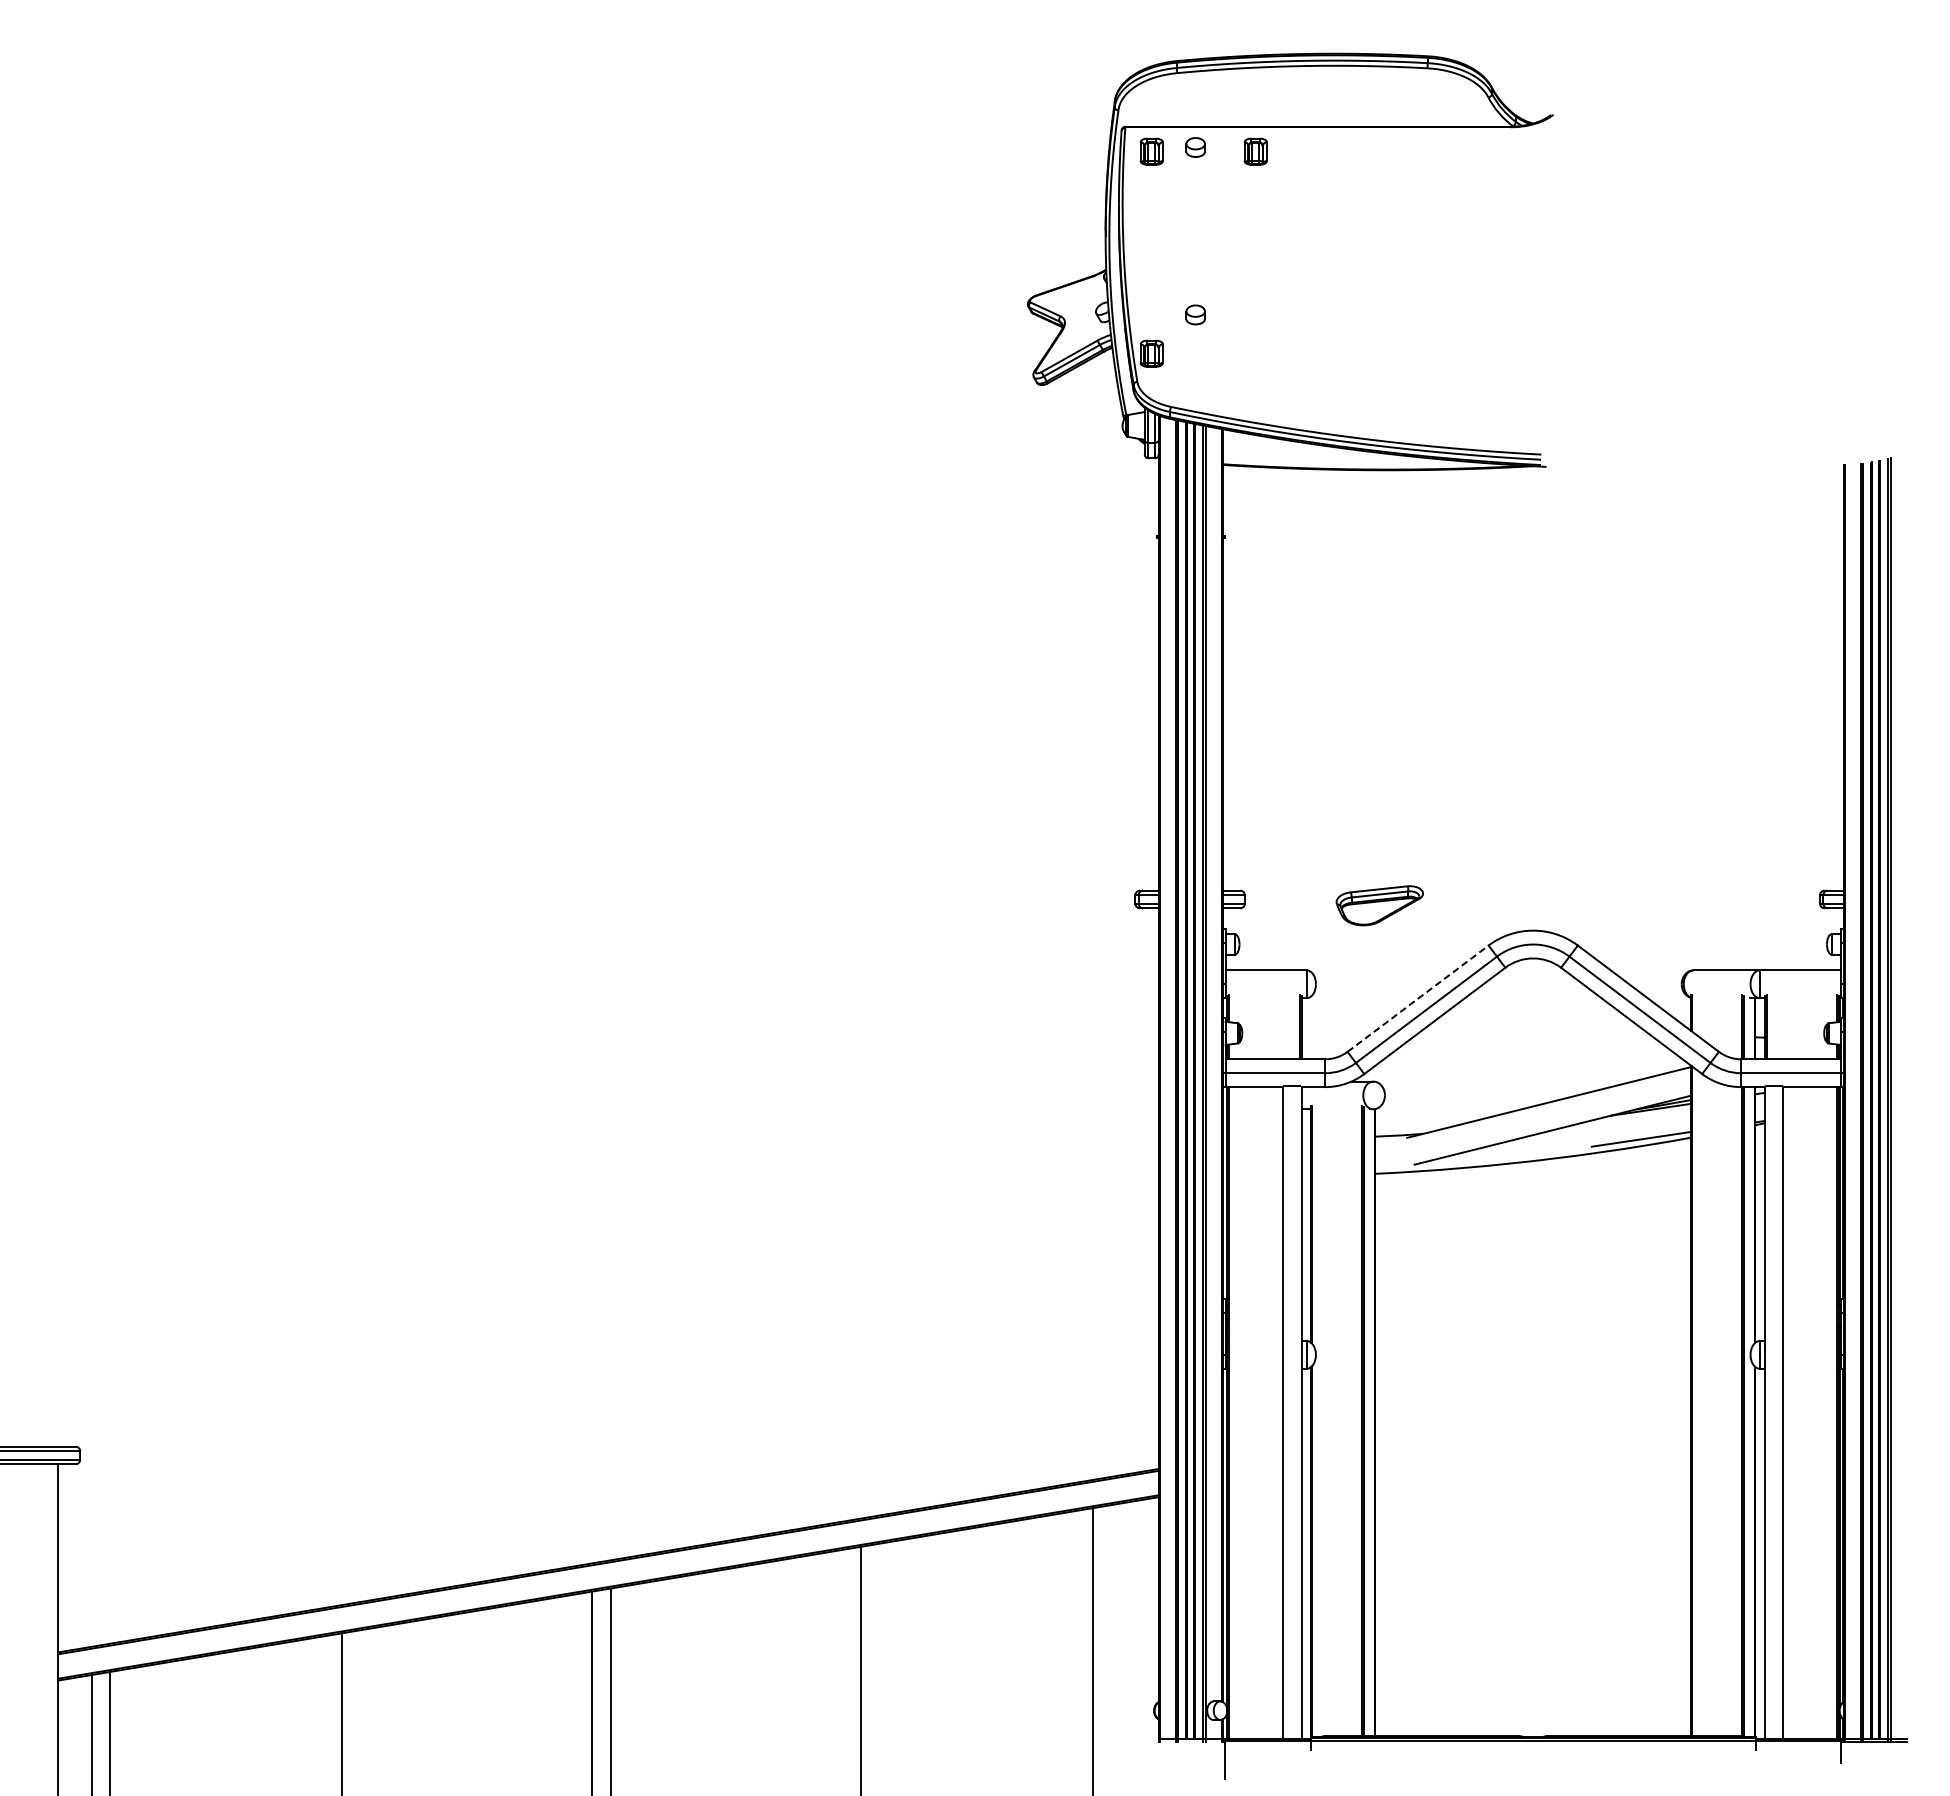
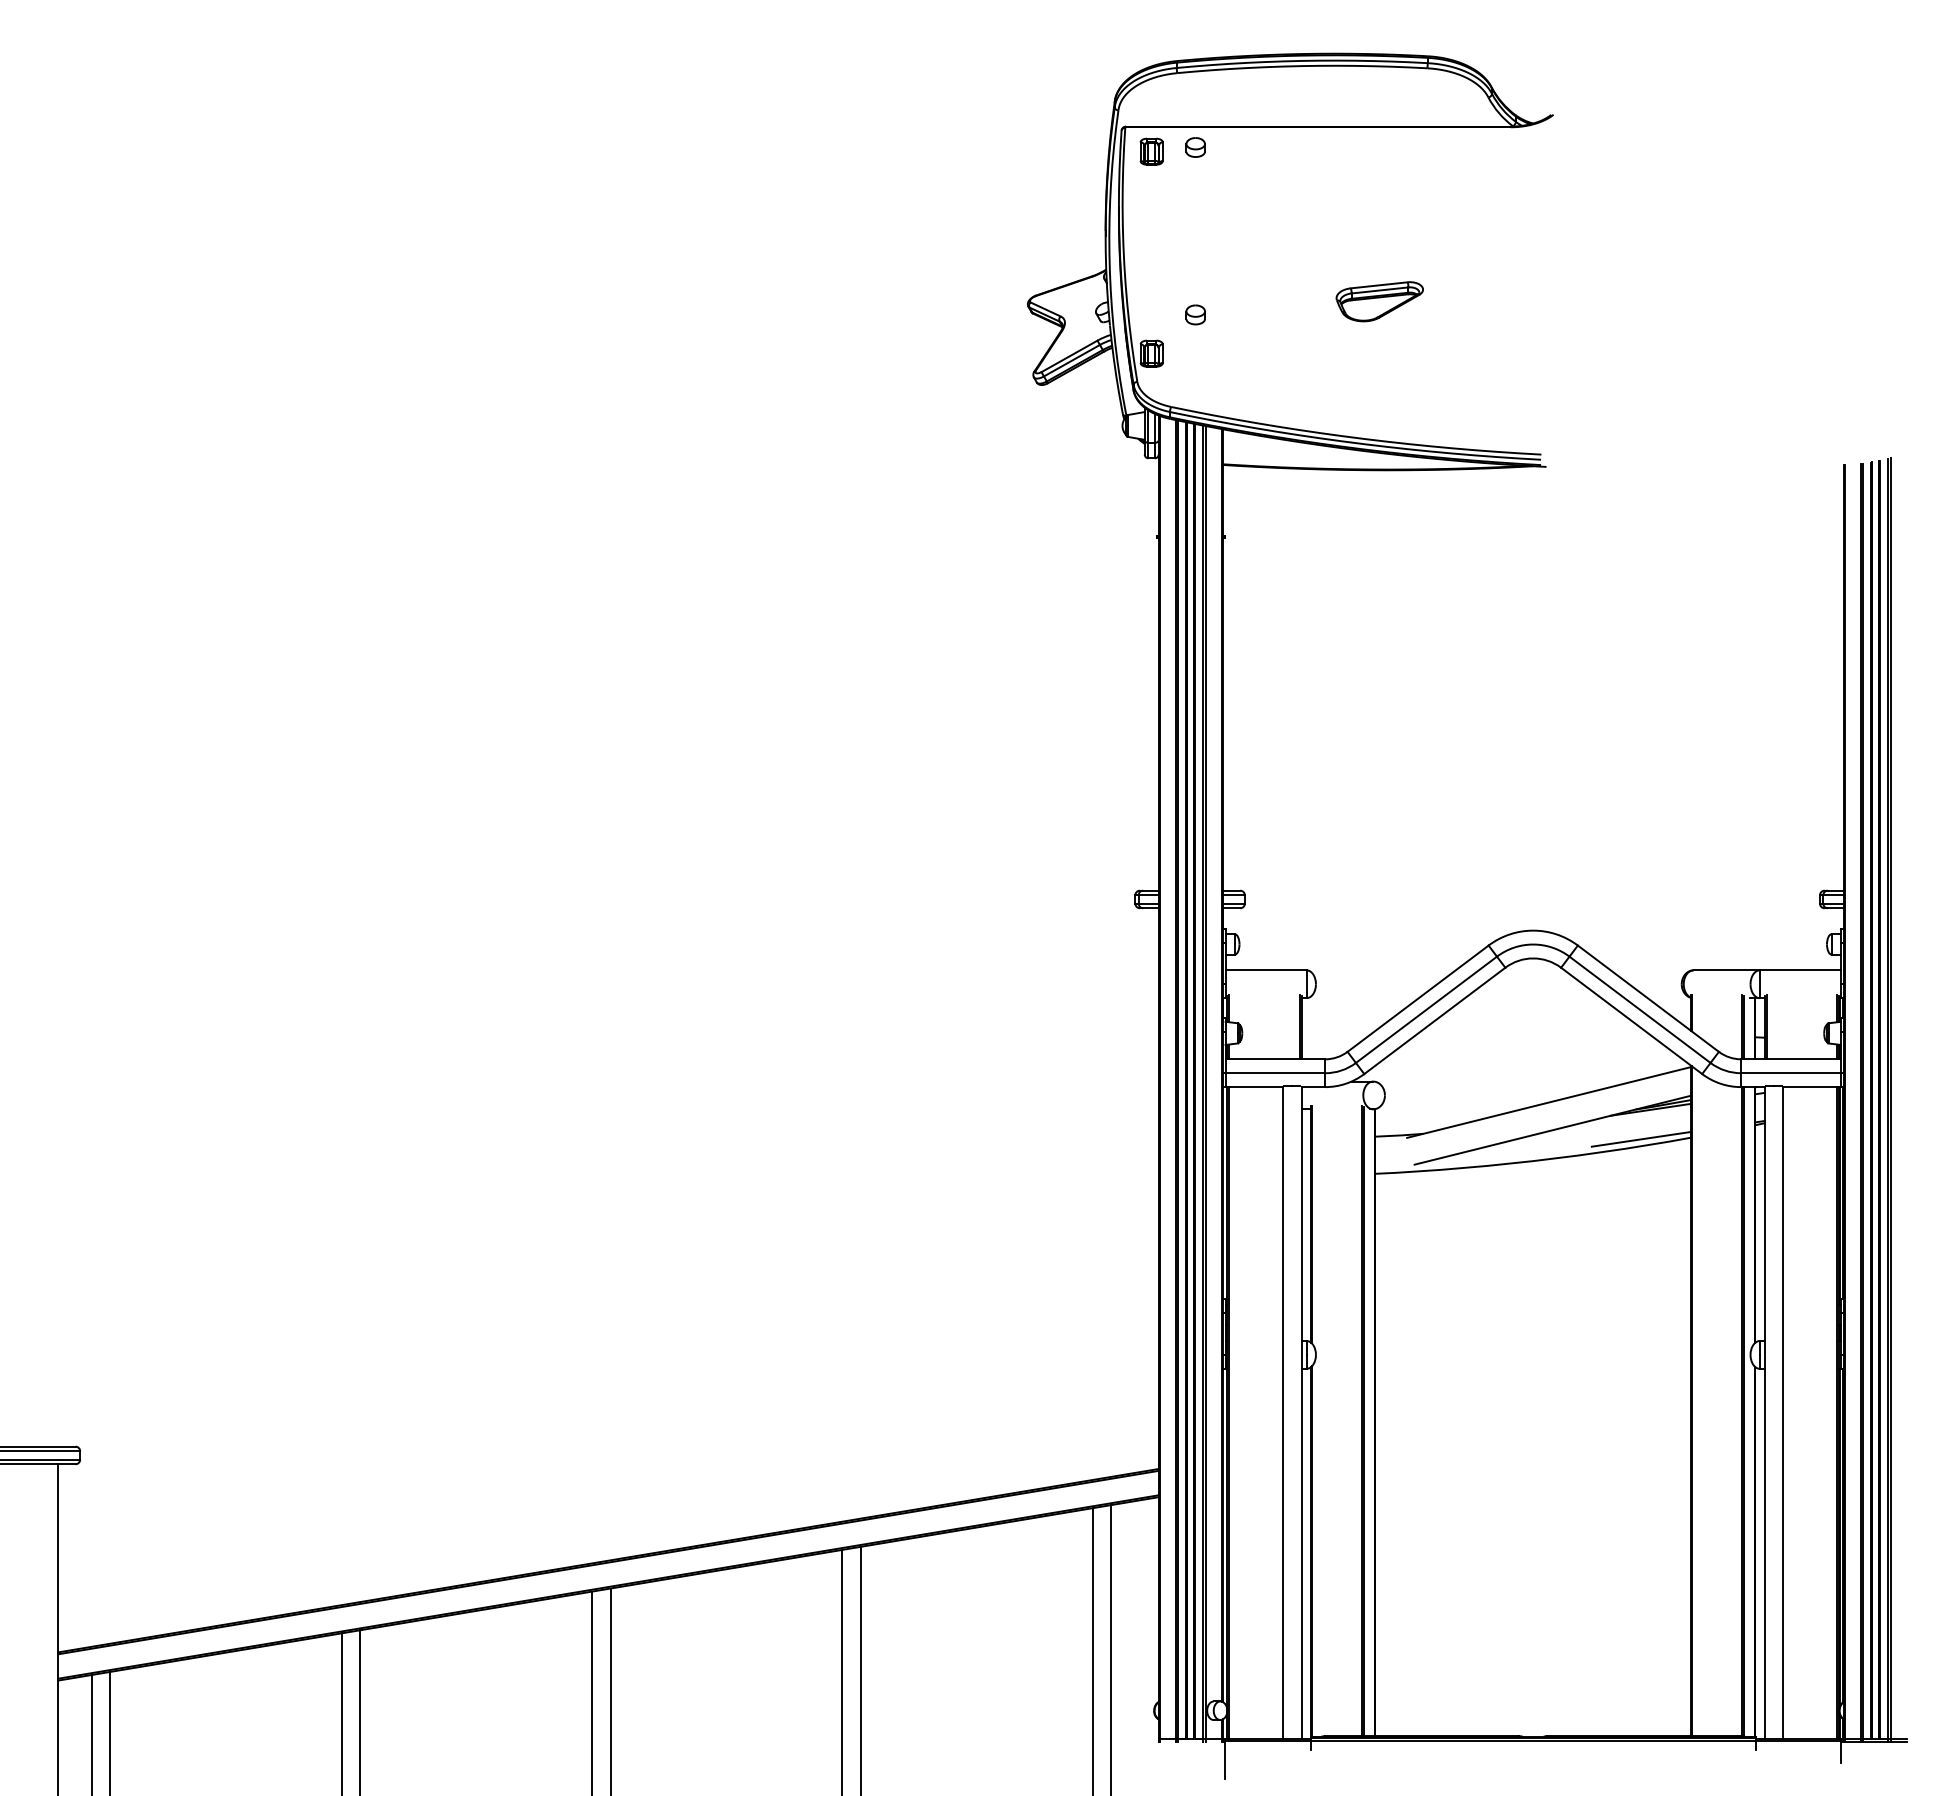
part at (1255, 151): present -> none
part at (1379, 905) position: (1379, 905) -> (1379, 301)
line at (1418, 998): dashed -> solid
line at (1111, 1648): none -> present
line at (842, 1670): none -> present
line at (360, 1711): none -> present
